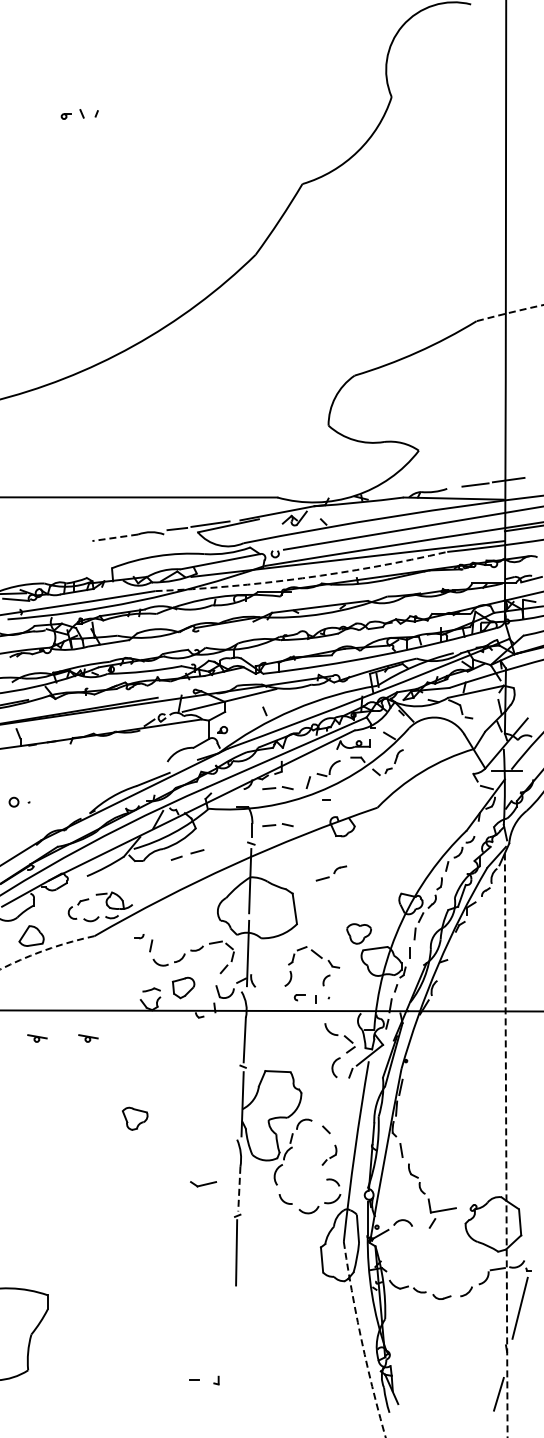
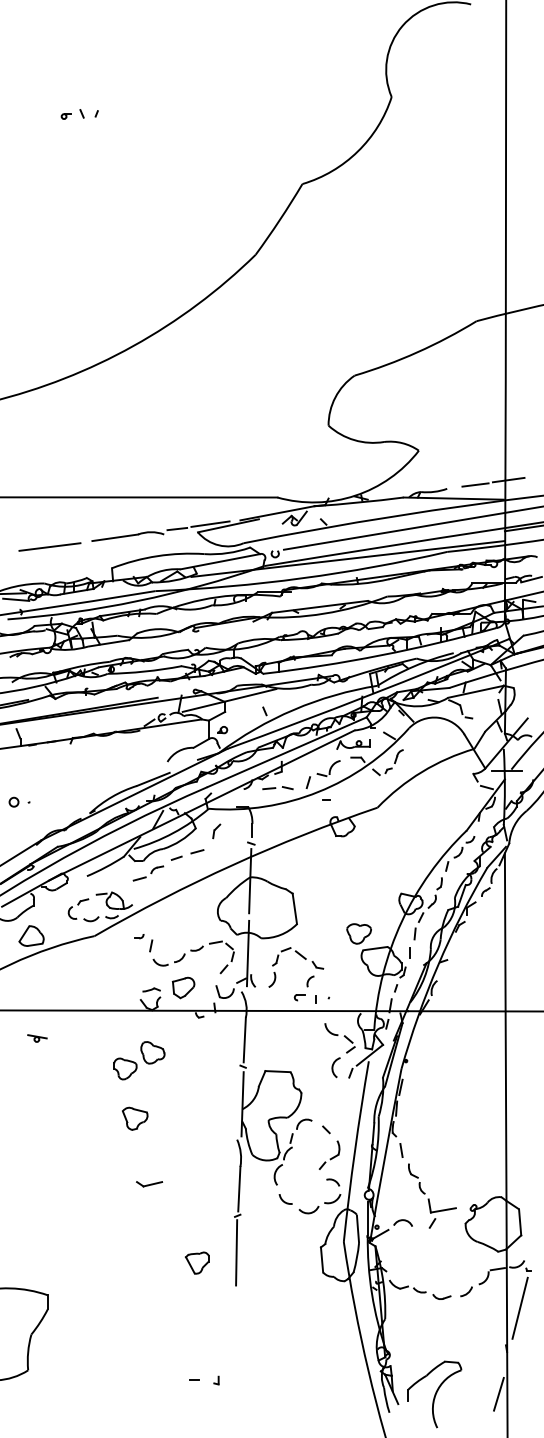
arc at (509, 312): dashed -> solid
line at (114, 537): dashed -> solid
line at (49, 546): none -> present
arc at (302, 578): dashed -> solid
part at (277, 825): present -> none
part at (216, 831): none -> present
part at (331, 873) position: (331, 873) -> (148, 873)
arc at (45, 950): dashed -> solid
part at (320, 958) position: (320, 958) -> (304, 959)
part at (88, 1038): present -> none
part at (139, 1060): none -> present
line at (506, 1145): dashed -> solid
part at (329, 1154) size: 17x22 px -> 23x30 px
part at (203, 1184) position: (203, 1184) -> (149, 1184)
line at (239, 1189): dashed -> solid
part at (196, 1262): none -> present
arc at (361, 1340): dashed -> solid
part at (434, 1394): none -> present
